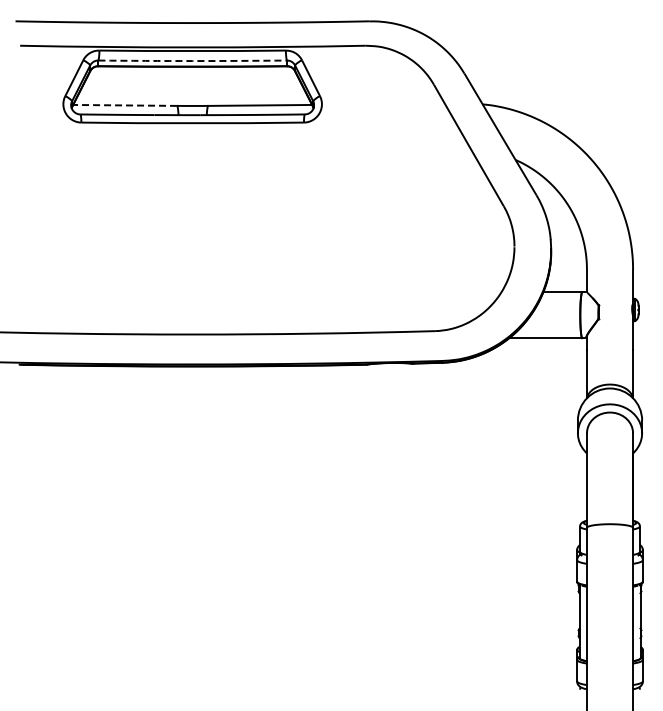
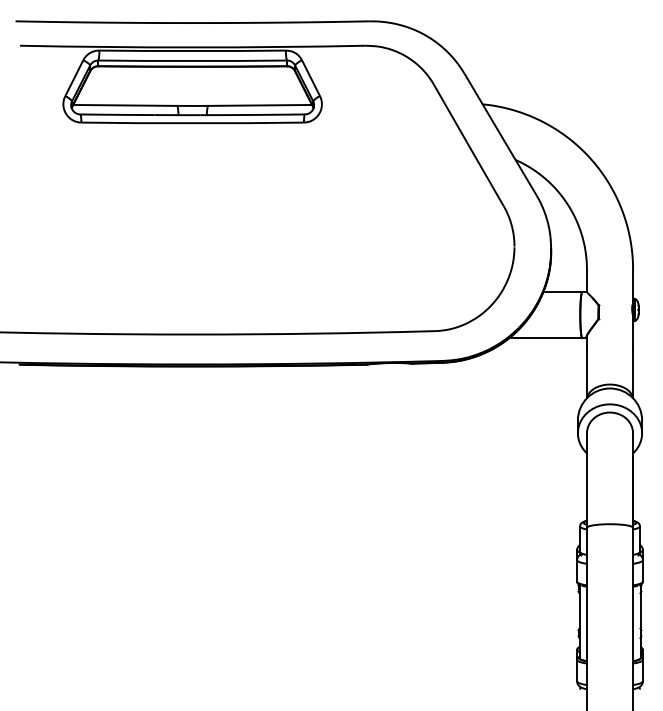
arc at (192, 61): dashed -> solid
line at (125, 105): dashed -> solid
